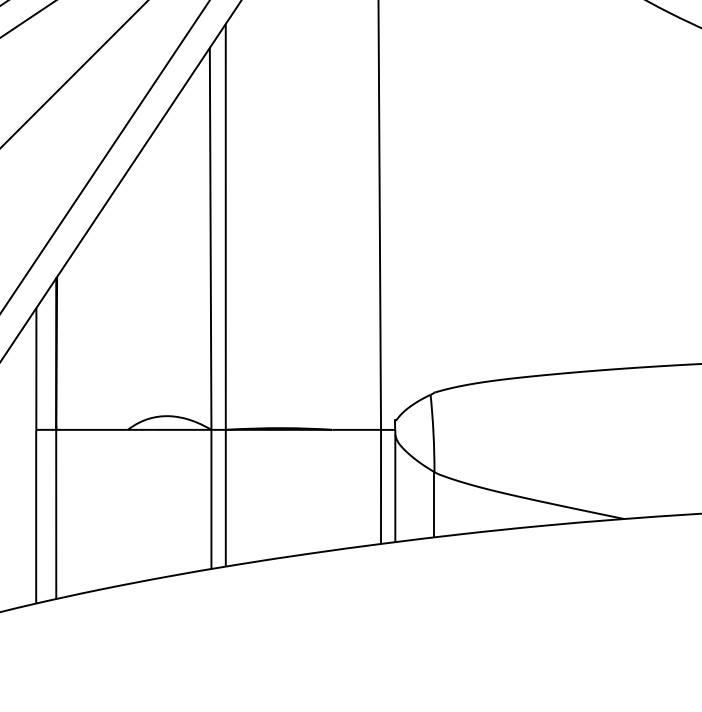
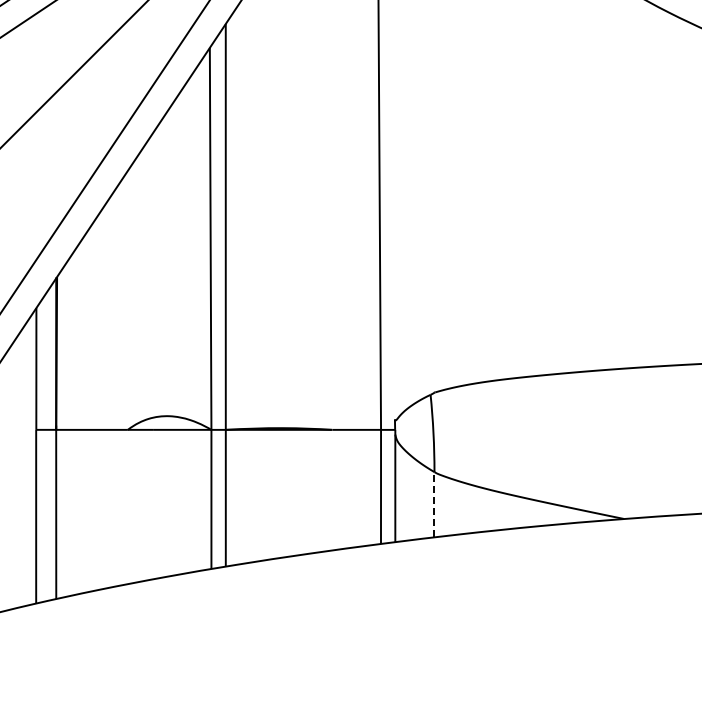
line at (434, 504): solid -> dashed
